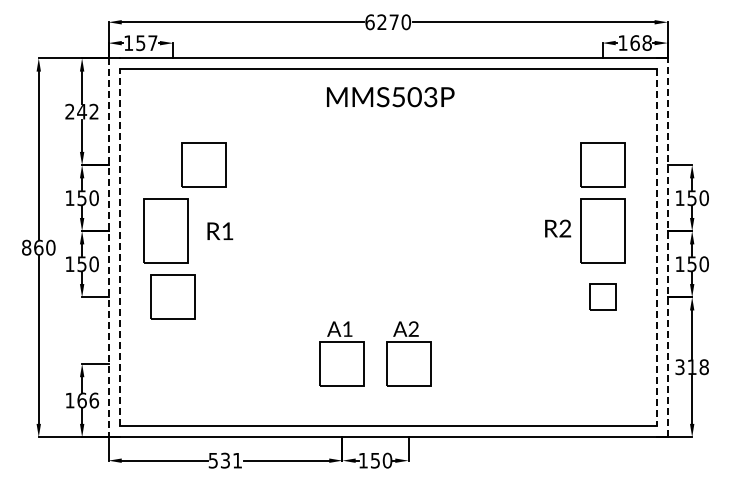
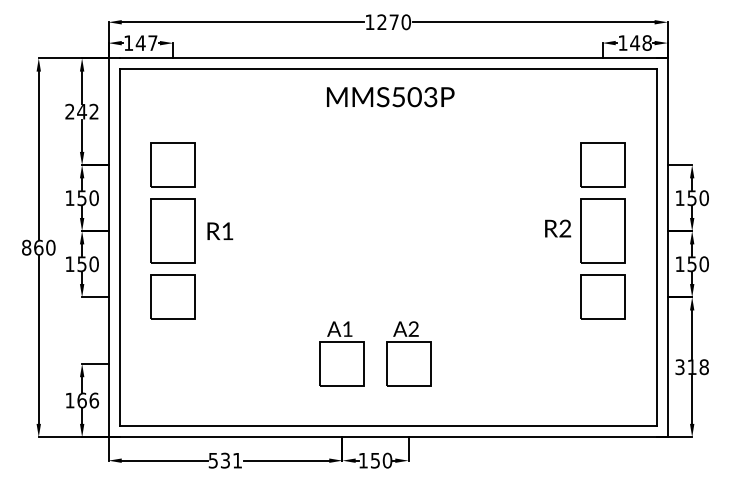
text at (369, 22): 6270 -> 1270
text at (635, 42): 168 -> 148
text at (140, 43): 157 -> 147
part at (203, 164) position: (203, 164) -> (172, 164)
part at (165, 230) position: (165, 230) -> (172, 230)
line at (119, 247): dashed -> solid
line at (667, 247): dashed -> solid
line at (108, 248): dashed -> solid
line at (656, 248): dashed -> solid
part at (602, 296) size: 28x28 px -> 46x46 px
